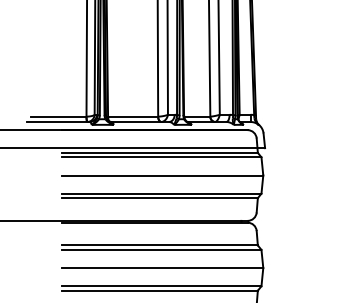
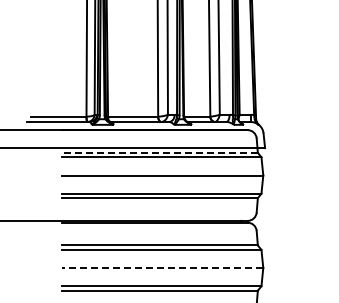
line at (159, 152): solid -> dashed
line at (162, 268): solid -> dashed
